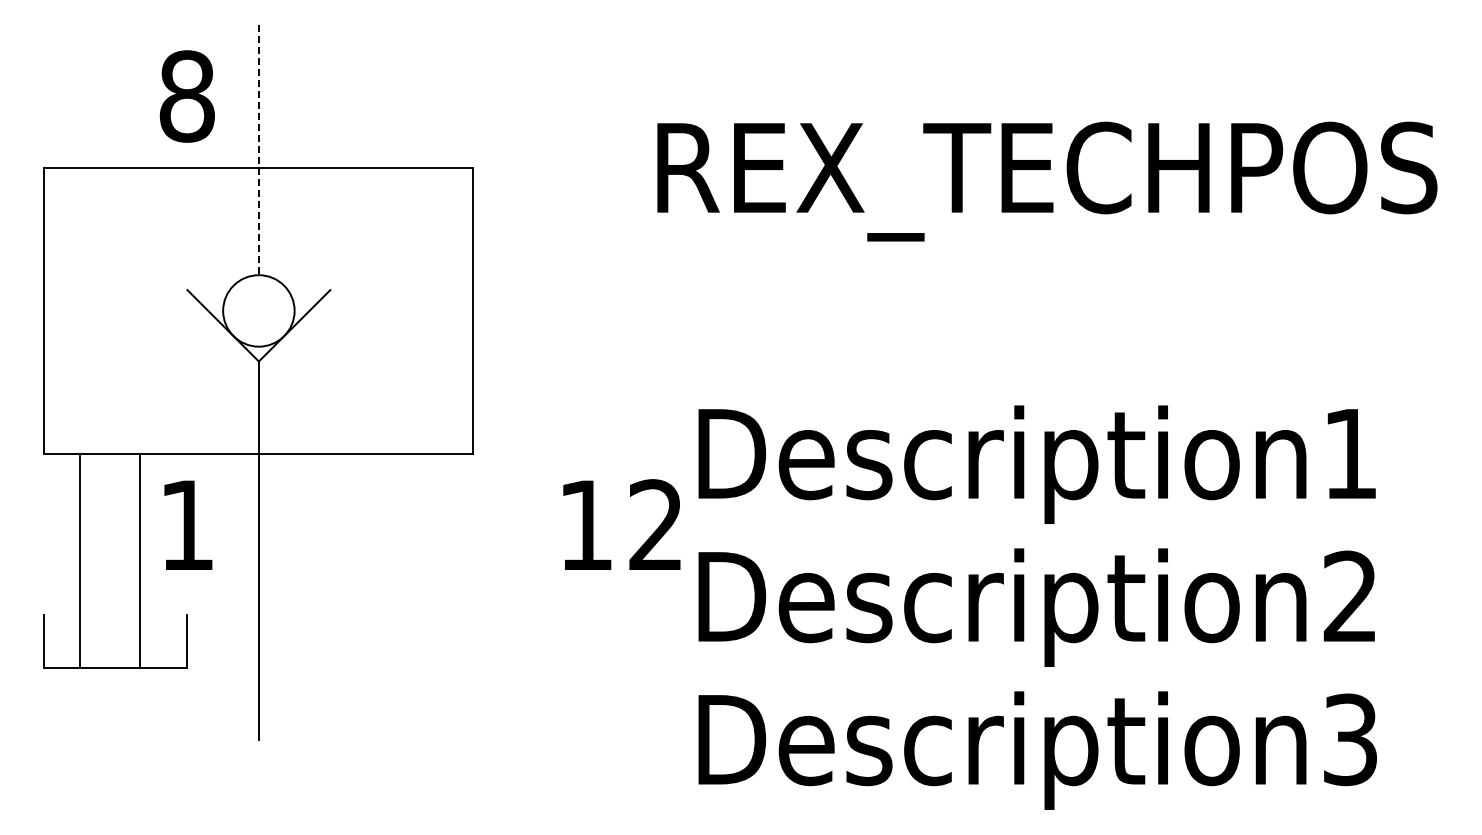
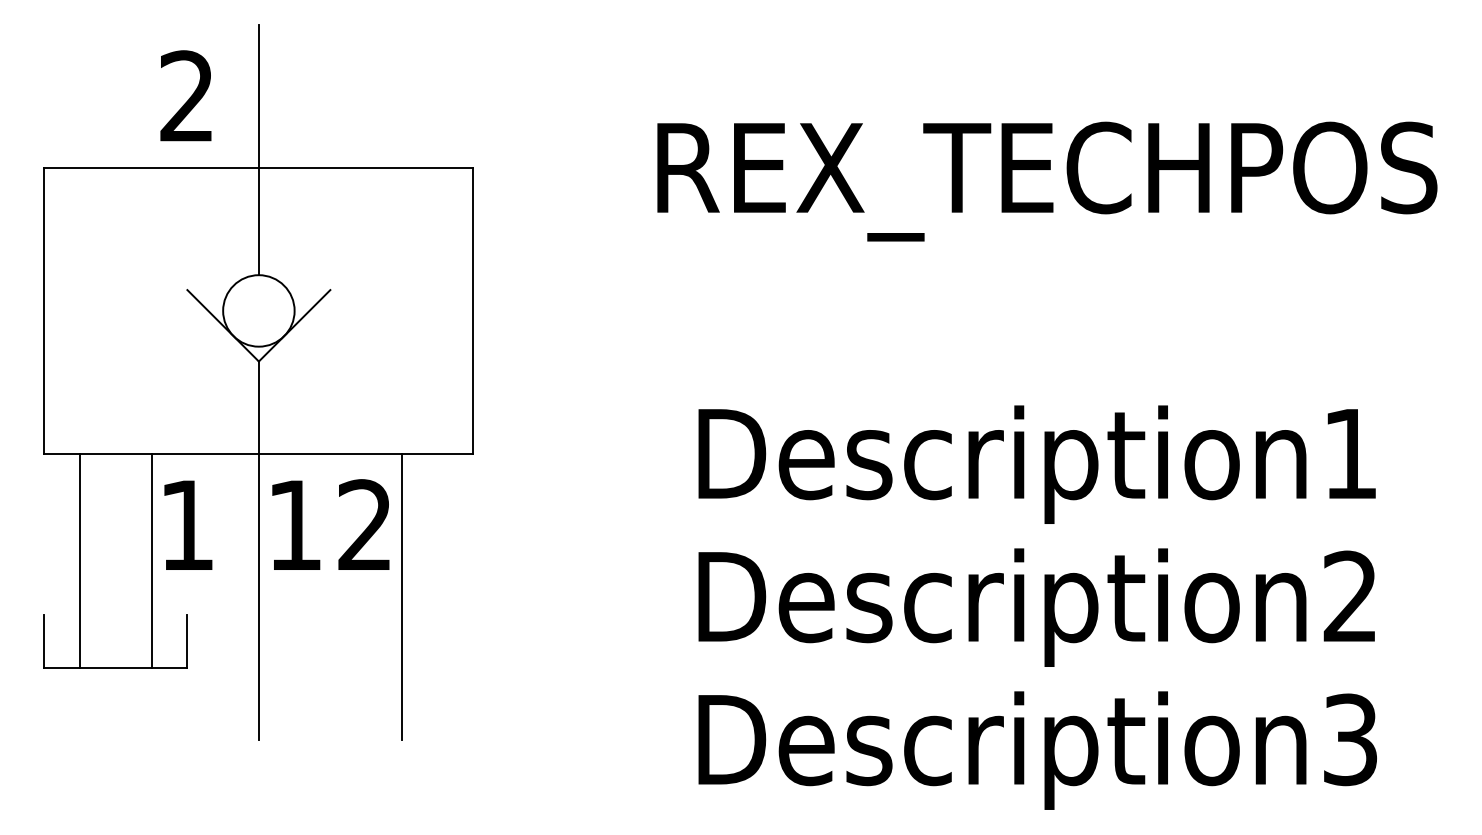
text at (186, 96): 8 -> 2
line at (258, 150): dashed -> solid
text at (621, 524) position: (621, 524) -> (330, 524)
line at (139, 560) position: (139, 560) -> (151, 560)
line at (401, 596): none -> present
